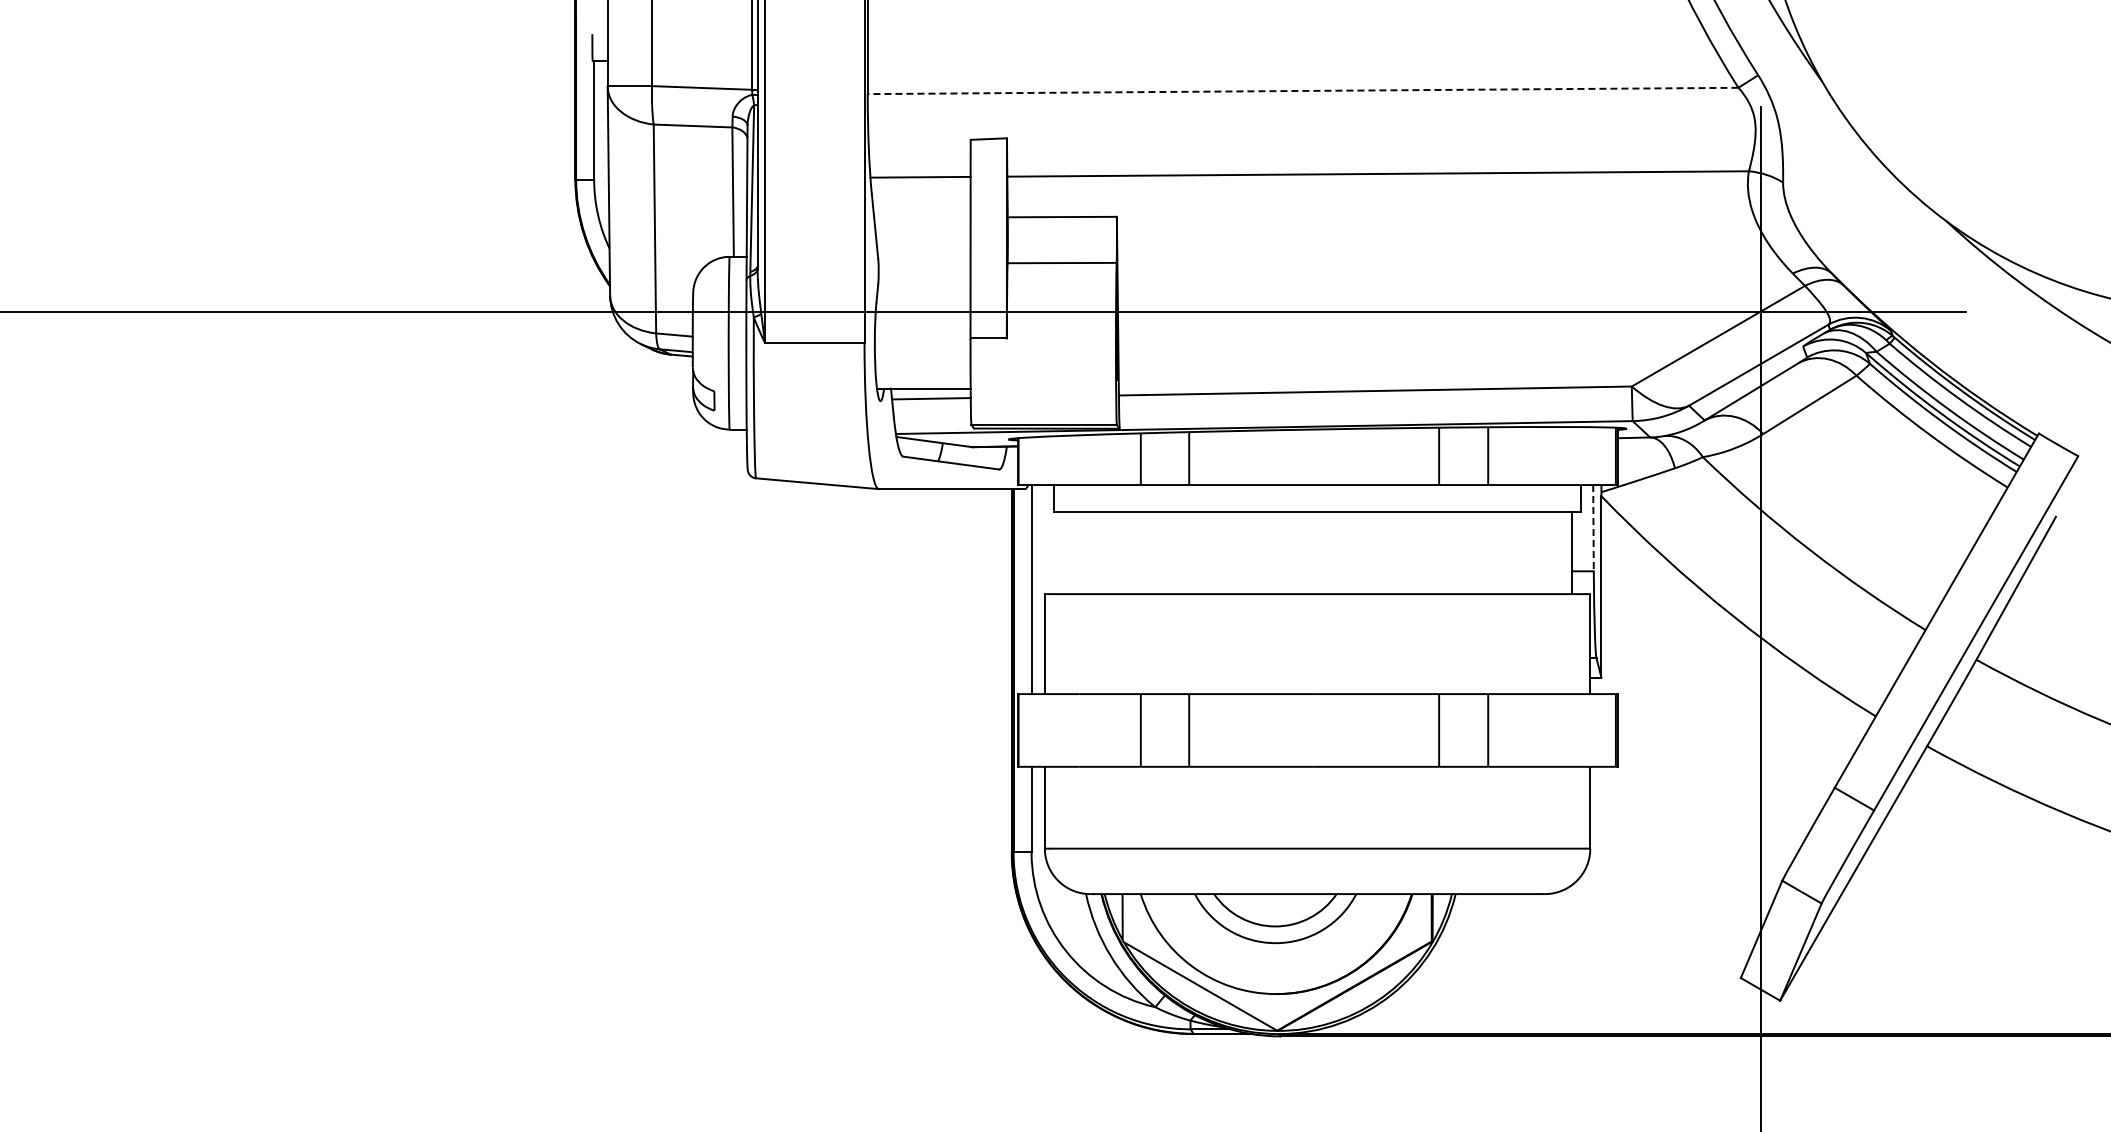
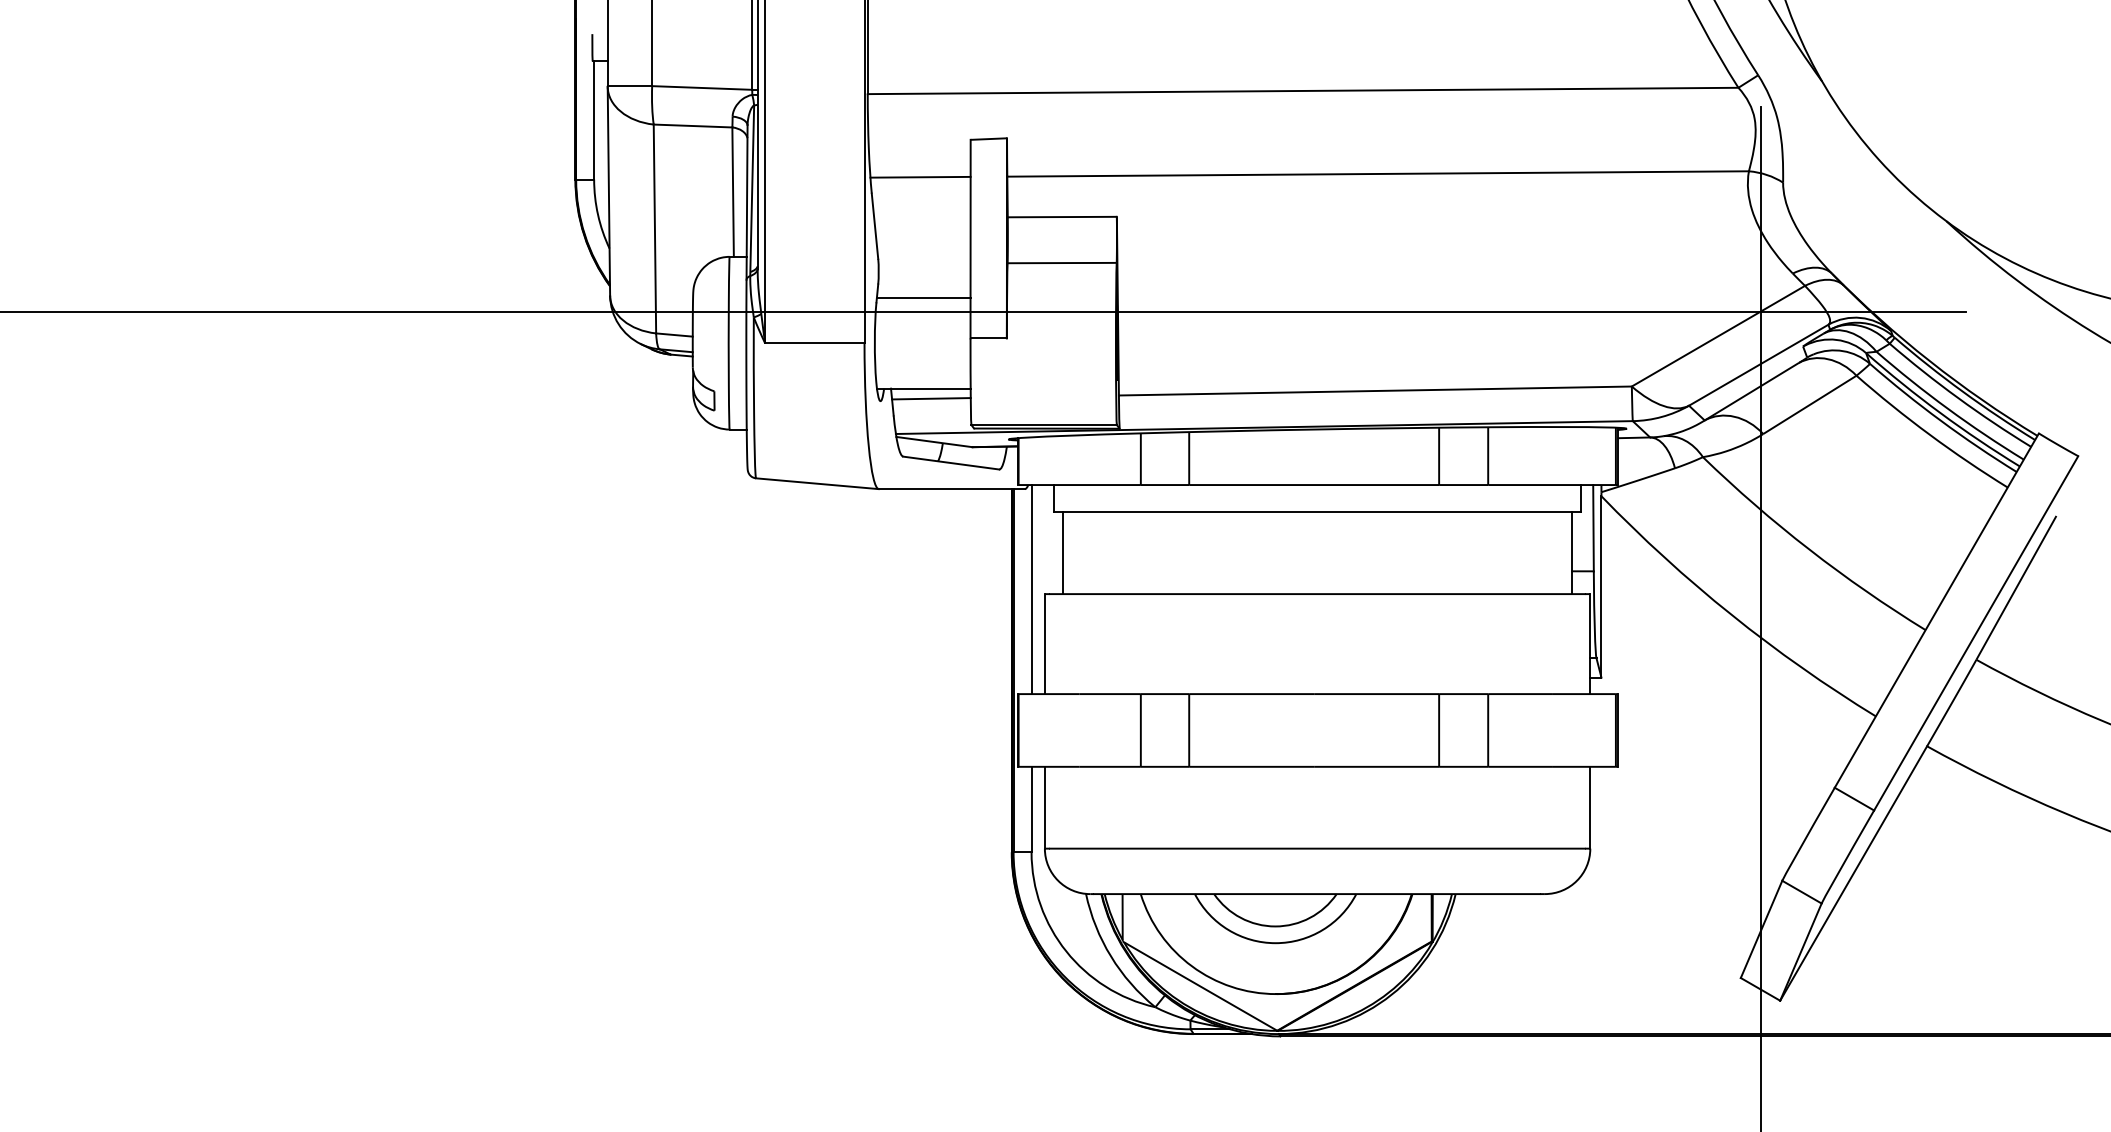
line at (1302, 90): dashed -> solid
line at (923, 297): none -> present
line at (1593, 528): dashed -> solid
line at (1063, 553): none -> present
